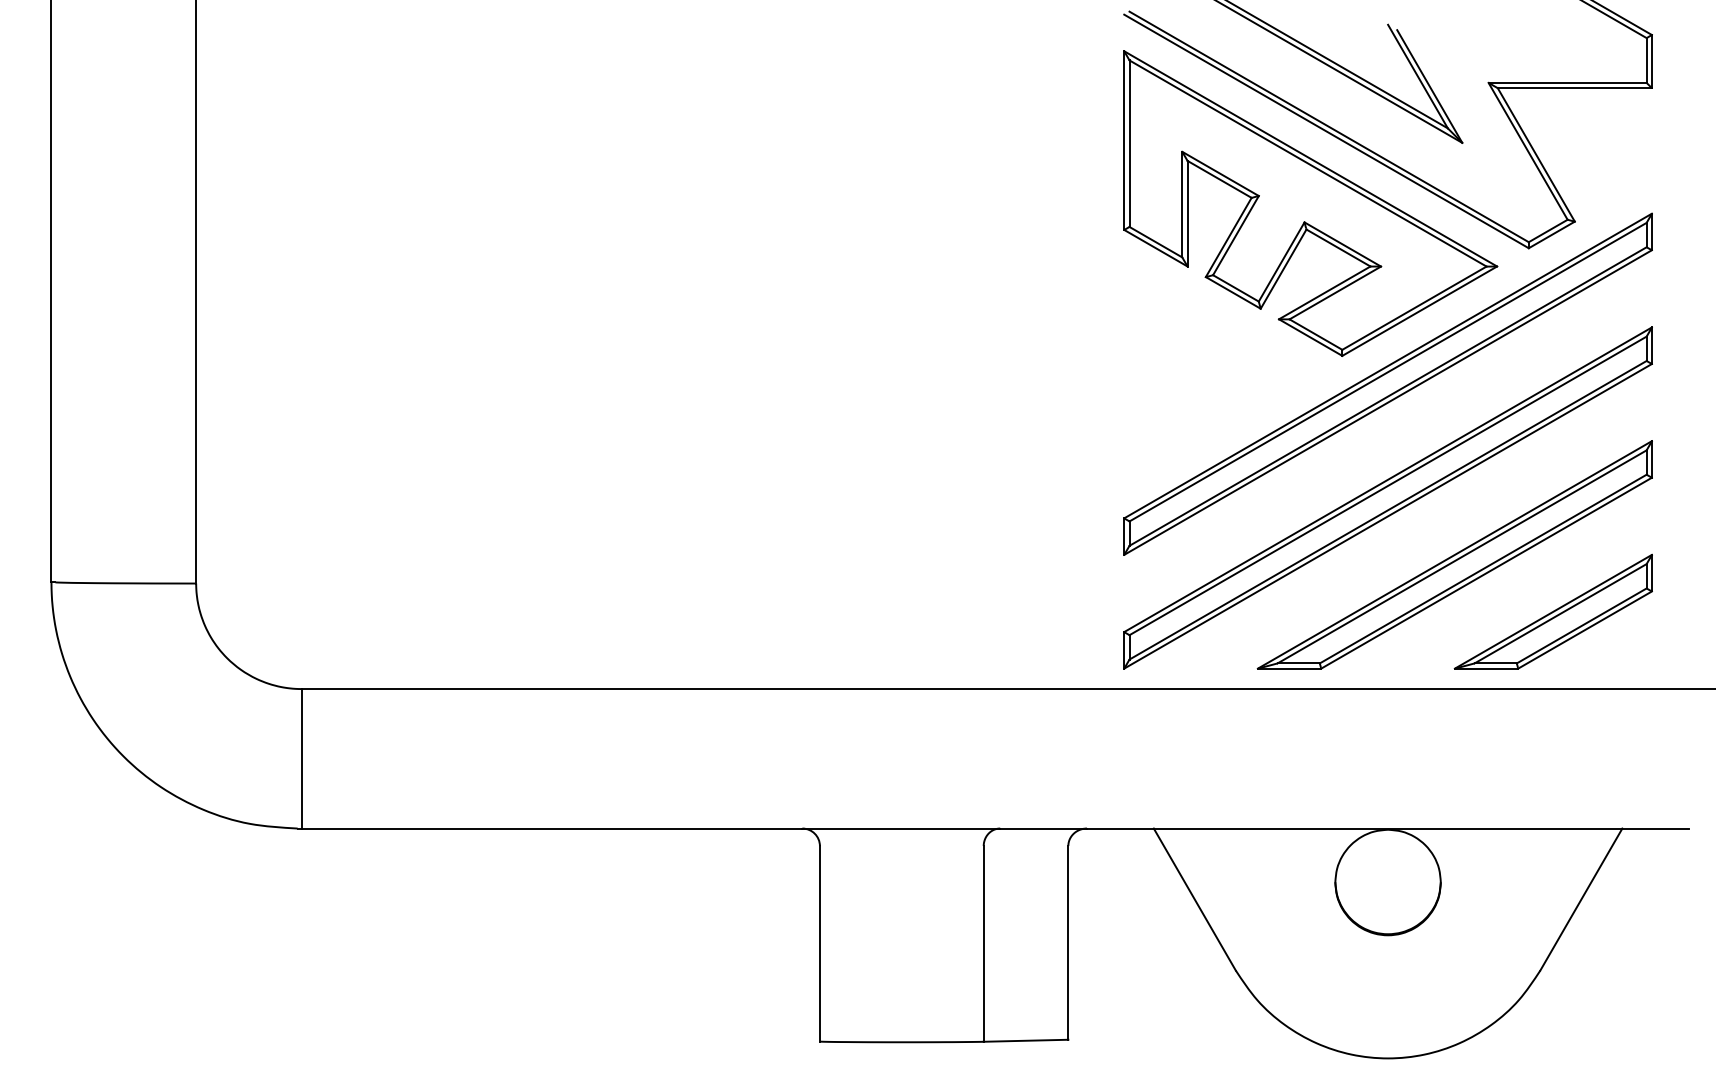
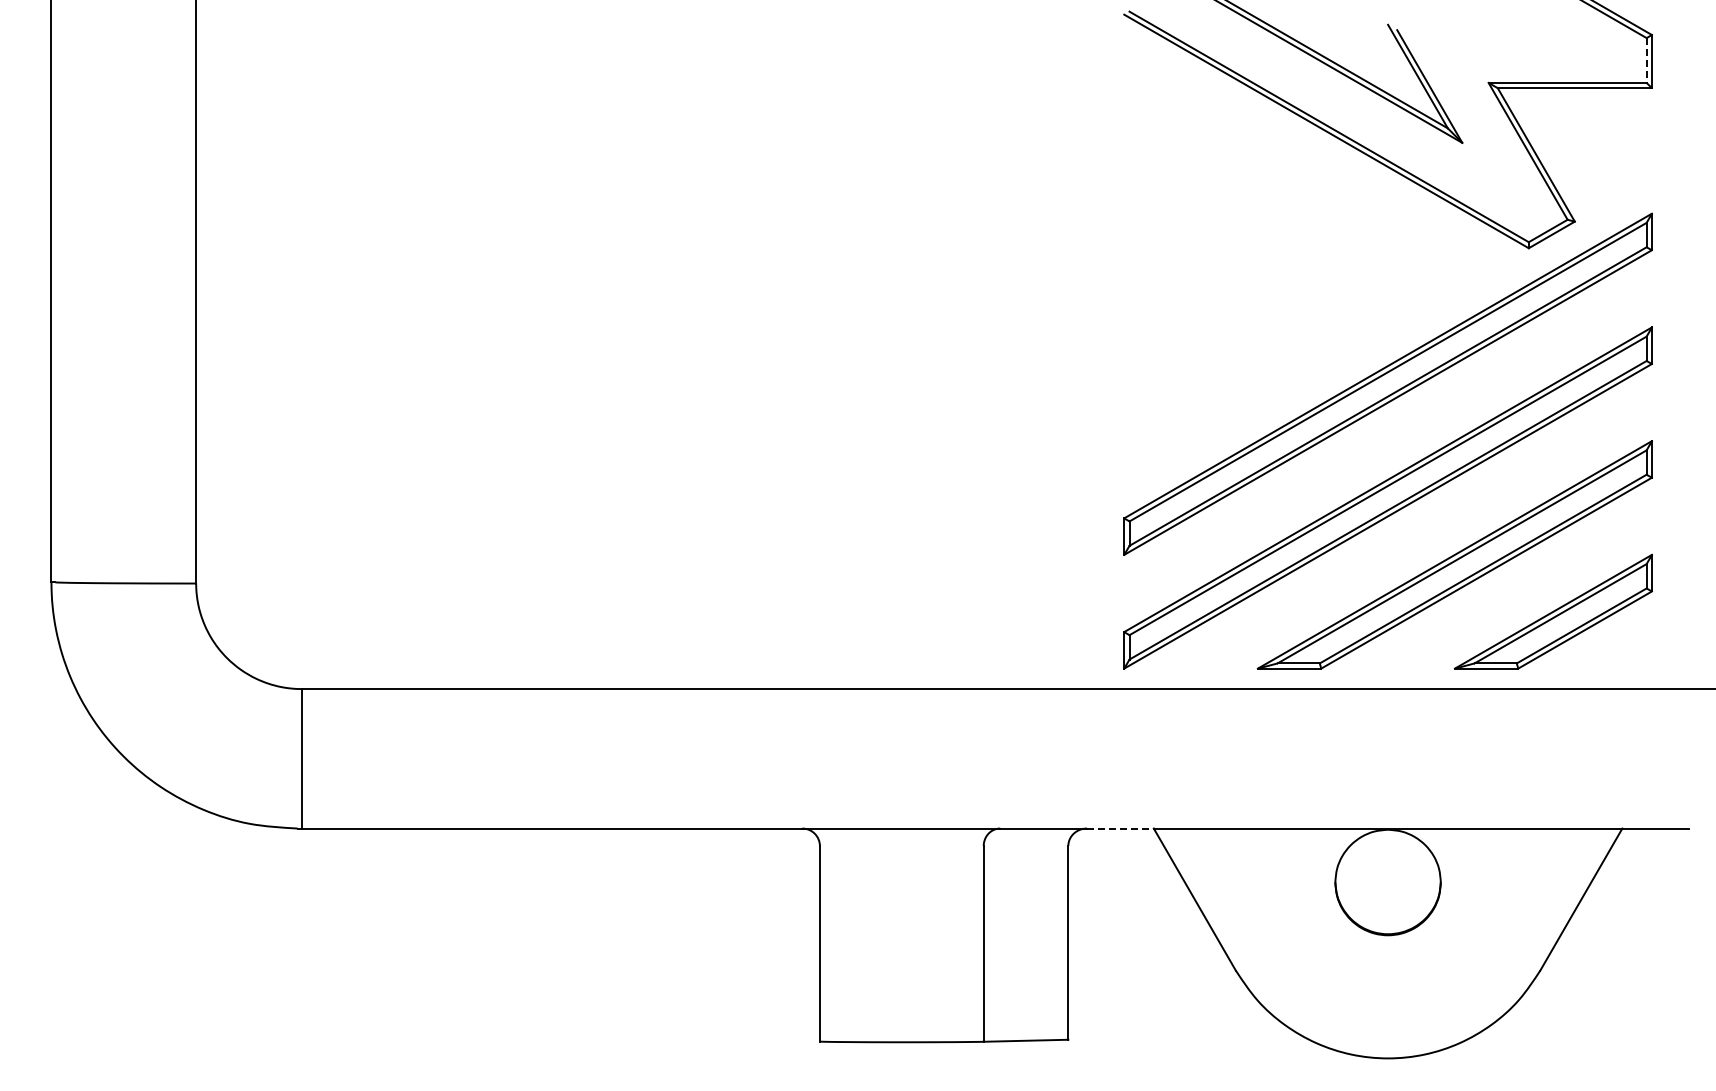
line at (1646, 61): solid -> dashed
part at (1310, 203): present -> none
line at (1120, 828): solid -> dashed
